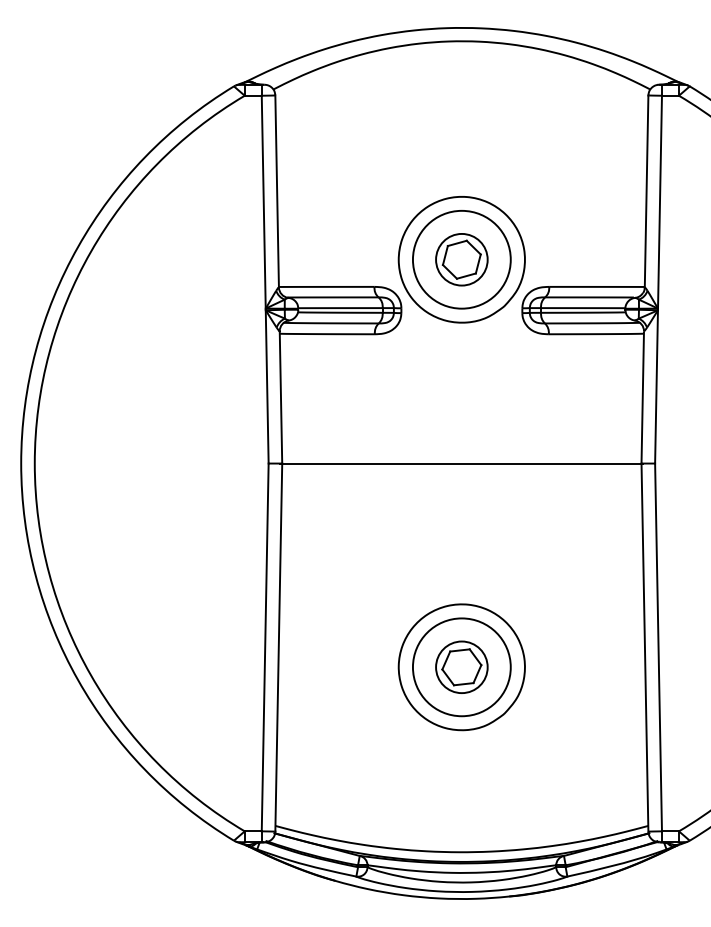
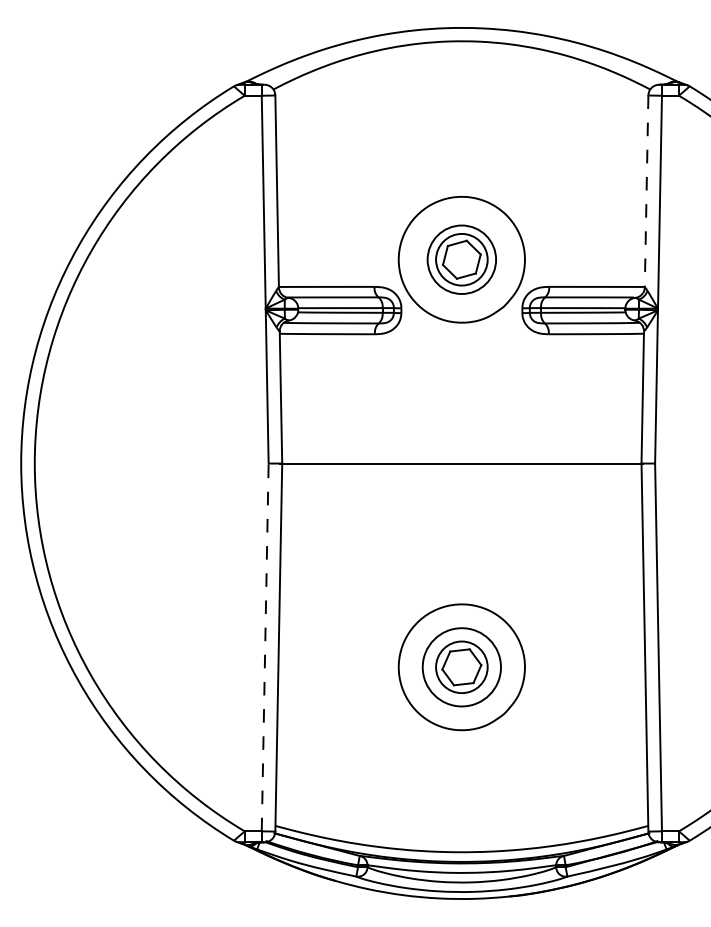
line at (646, 191): solid -> dashed
circle at (461, 259) diameter: 98 px -> 68 px
line at (265, 647): solid -> dashed
circle at (461, 667) diameter: 98 px -> 78 px
